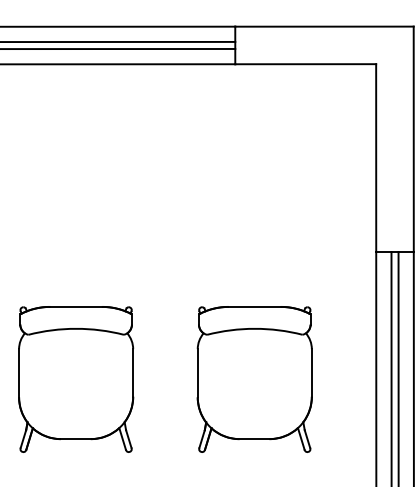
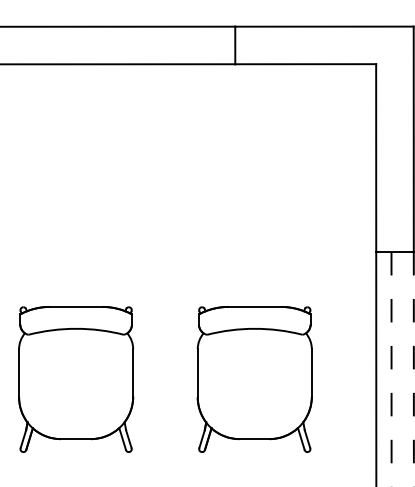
line at (118, 41): present -> none
line at (118, 48): present -> none
line at (398, 367): present -> none
line at (391, 369): solid -> dashed
line at (413, 369): solid -> dashed
